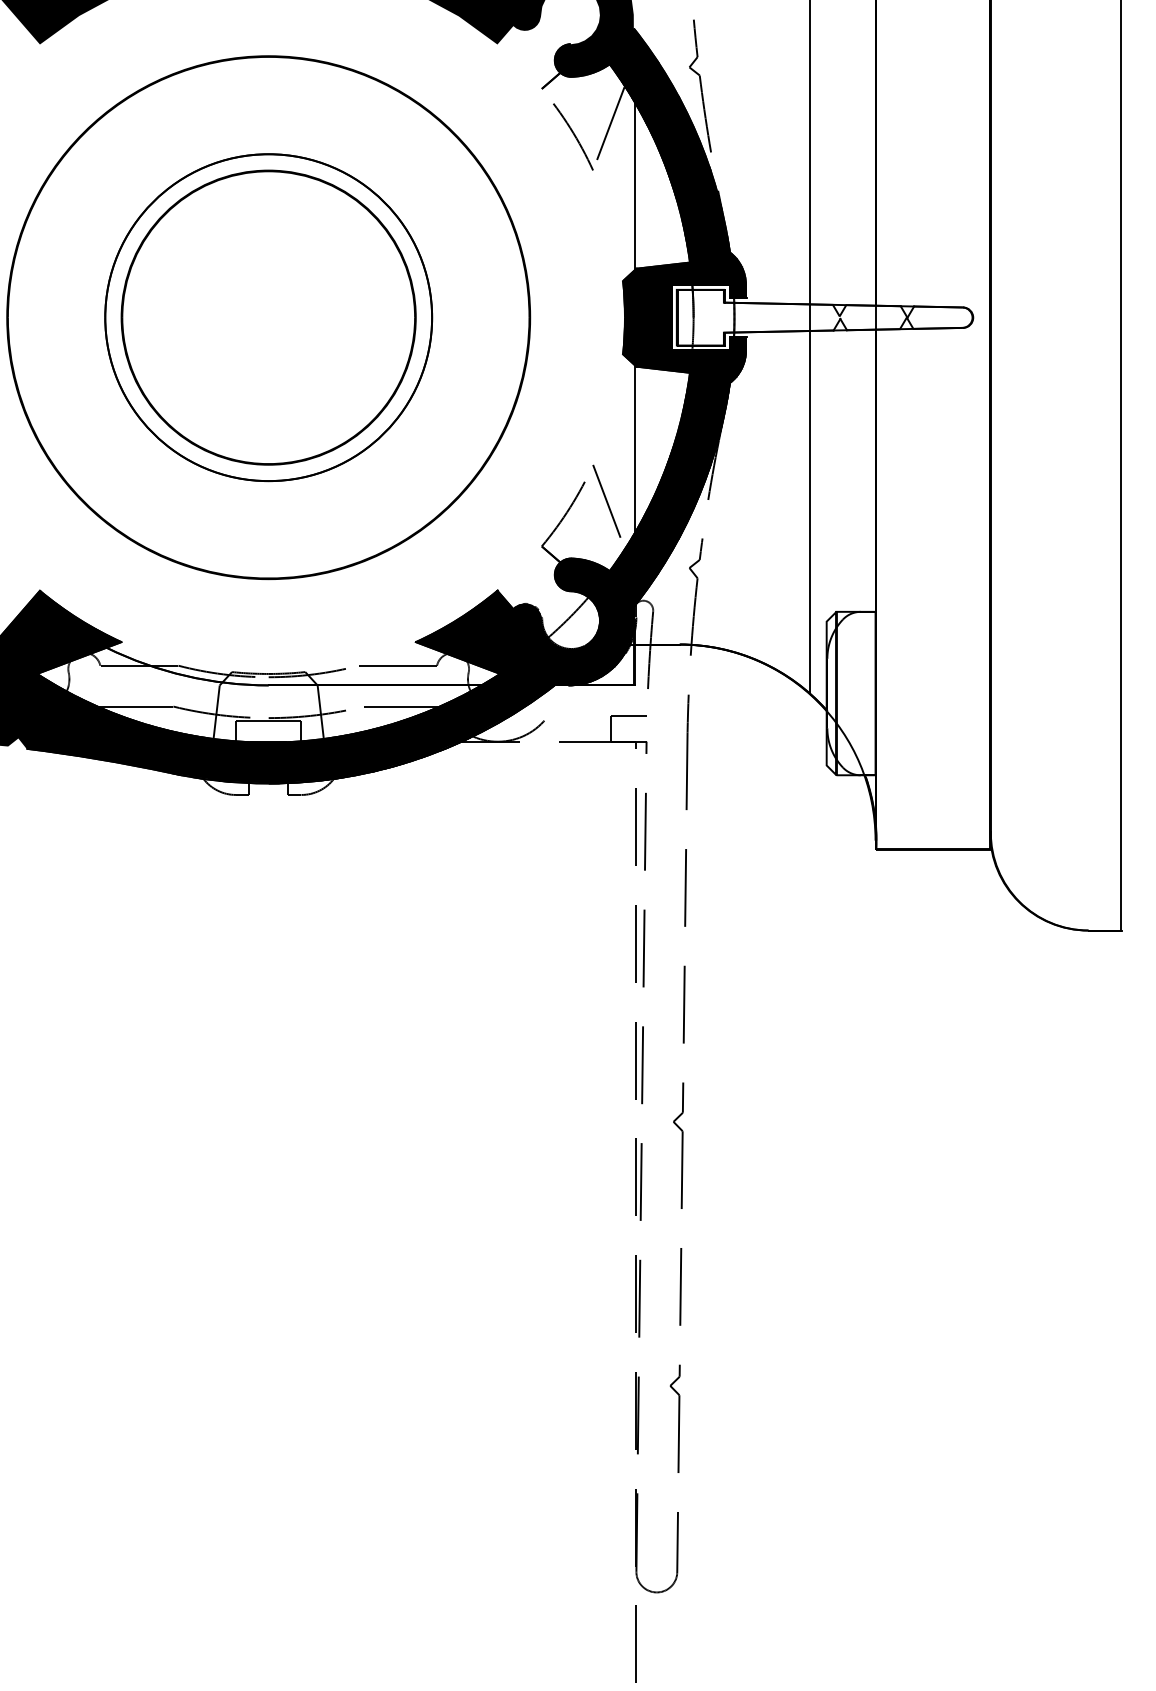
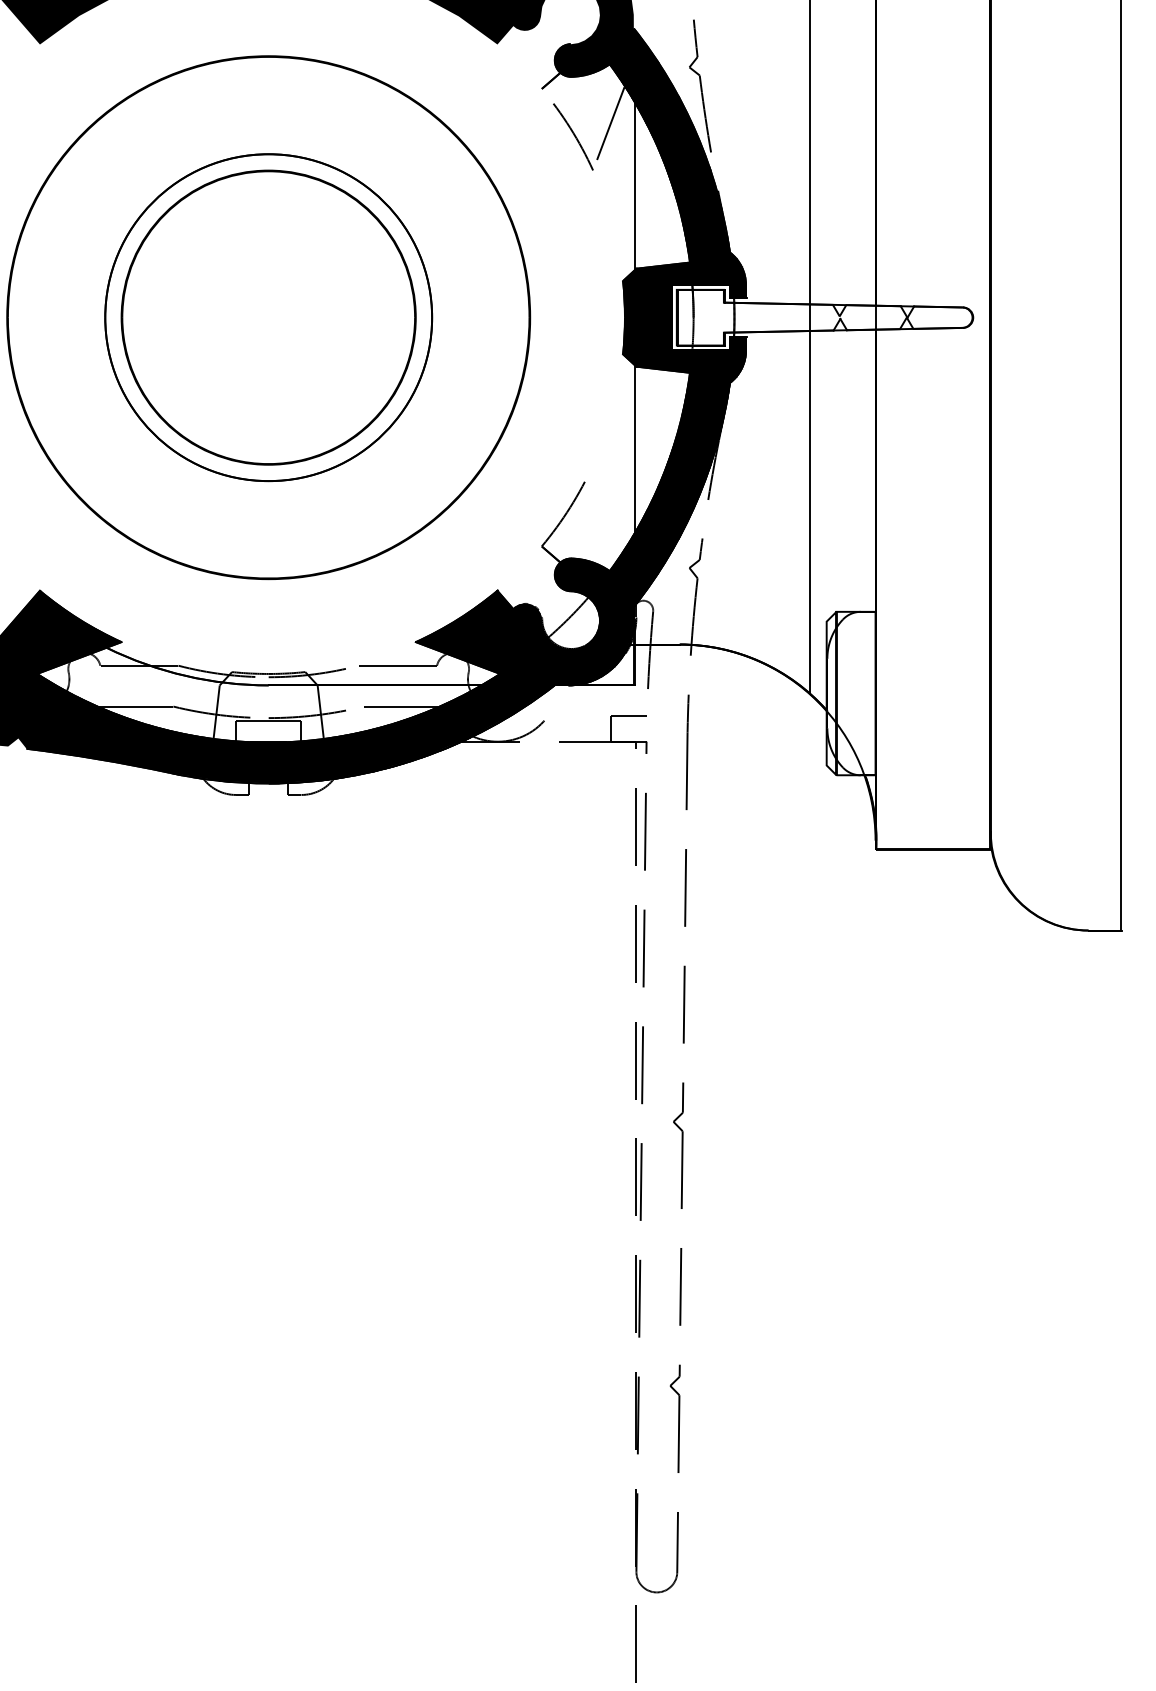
line at (606, 500): present -> none
